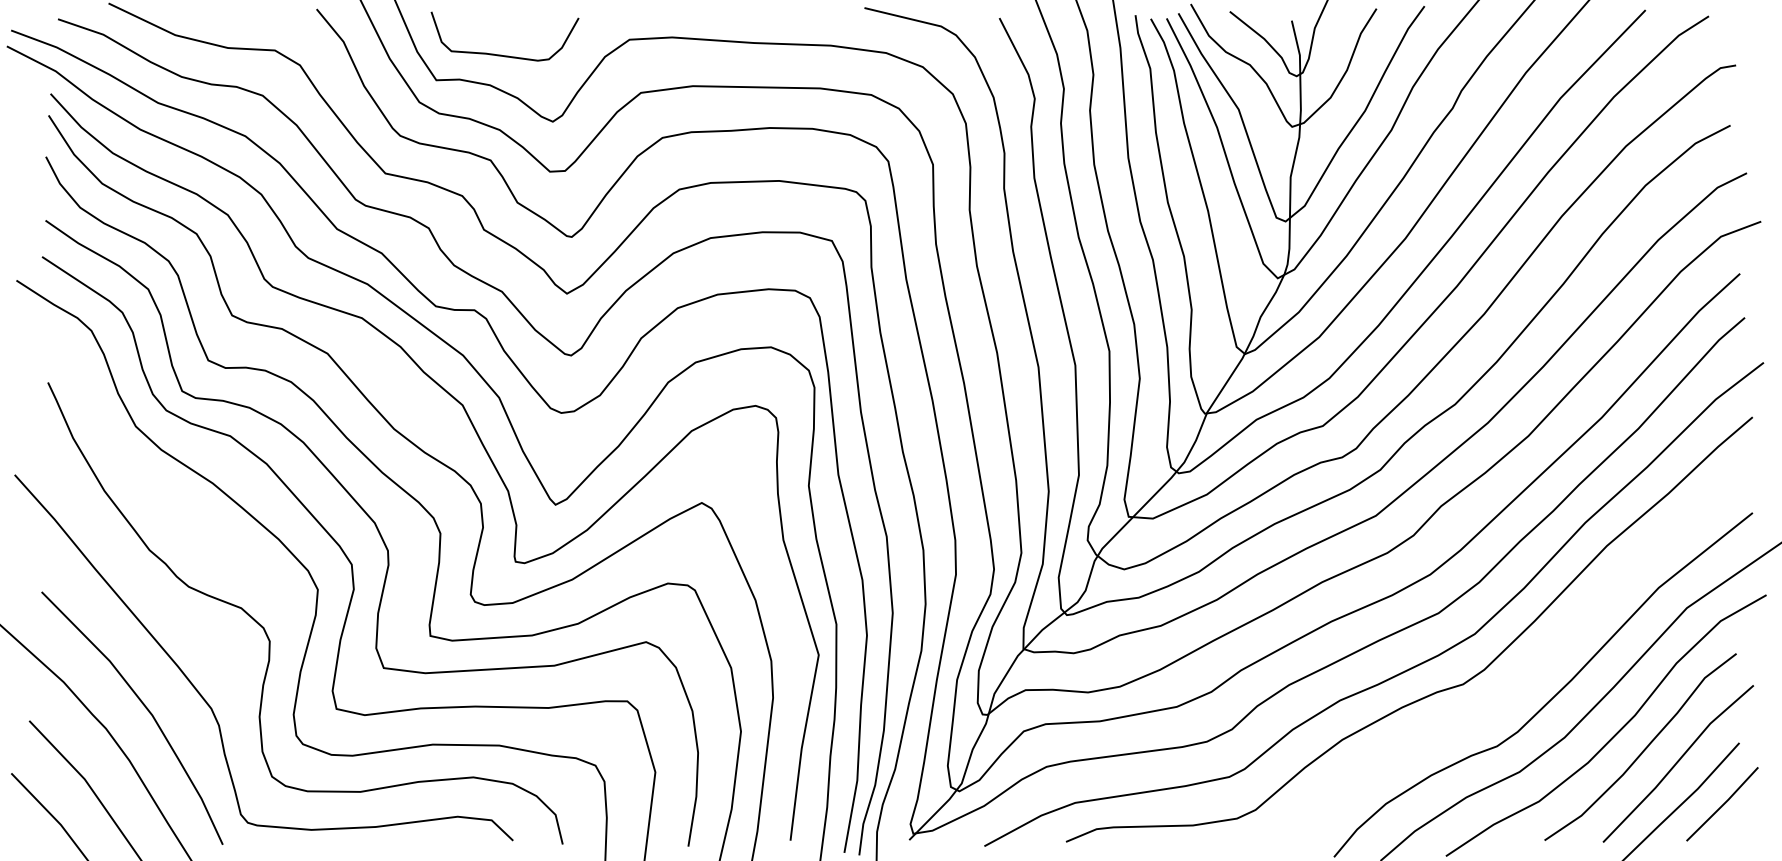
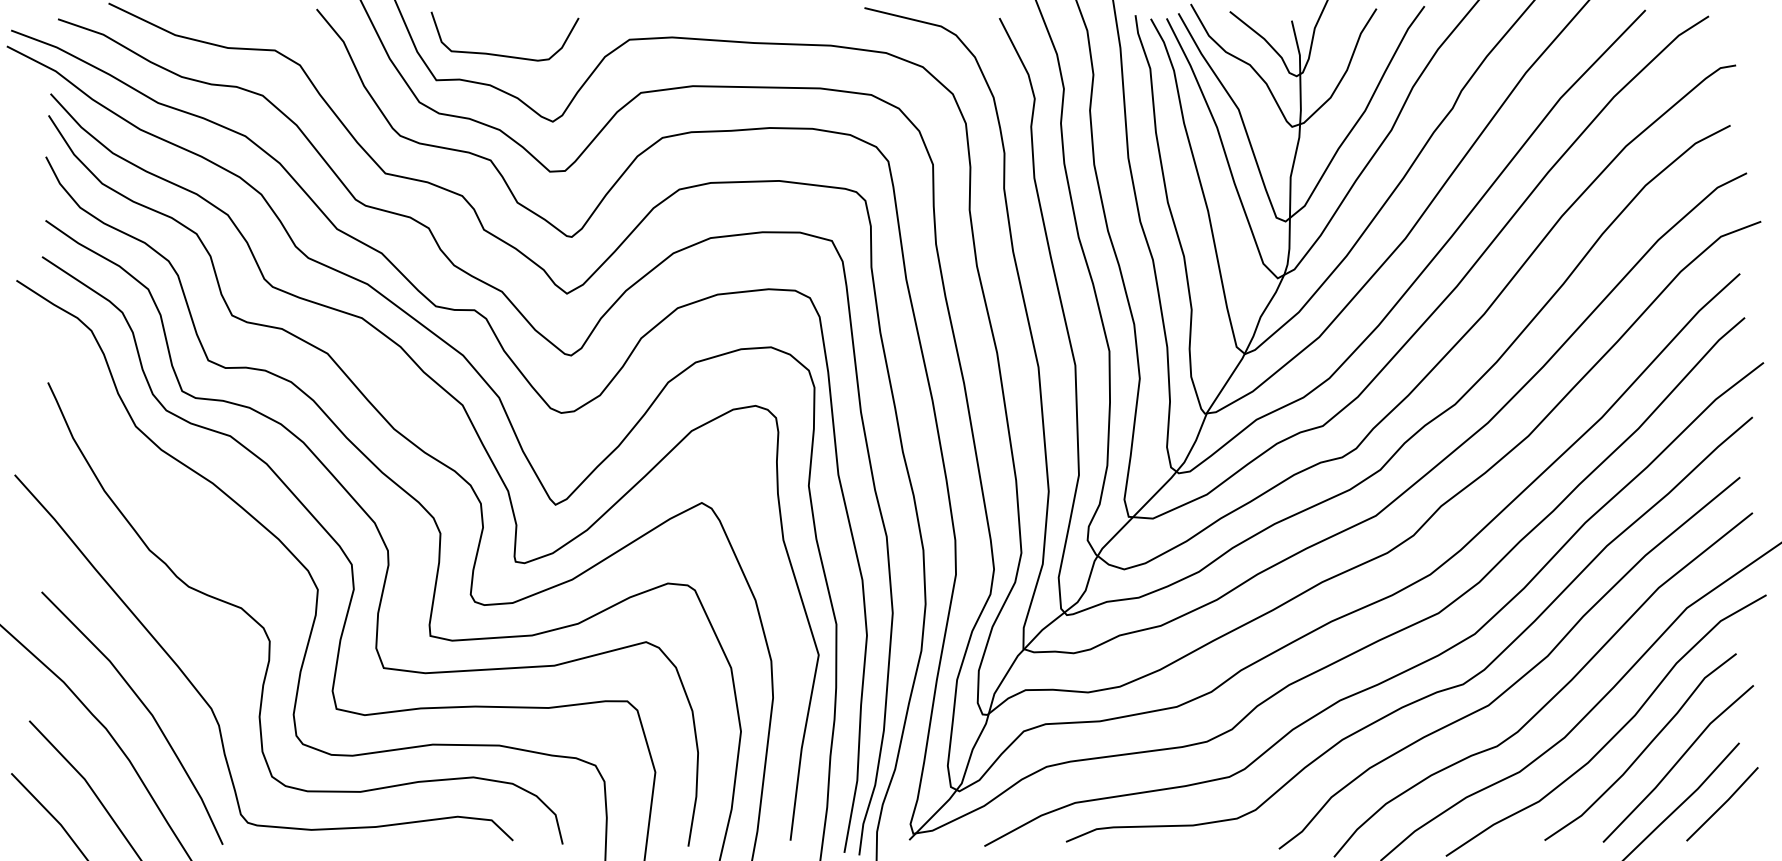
curve at (1522, 675): none -> present
